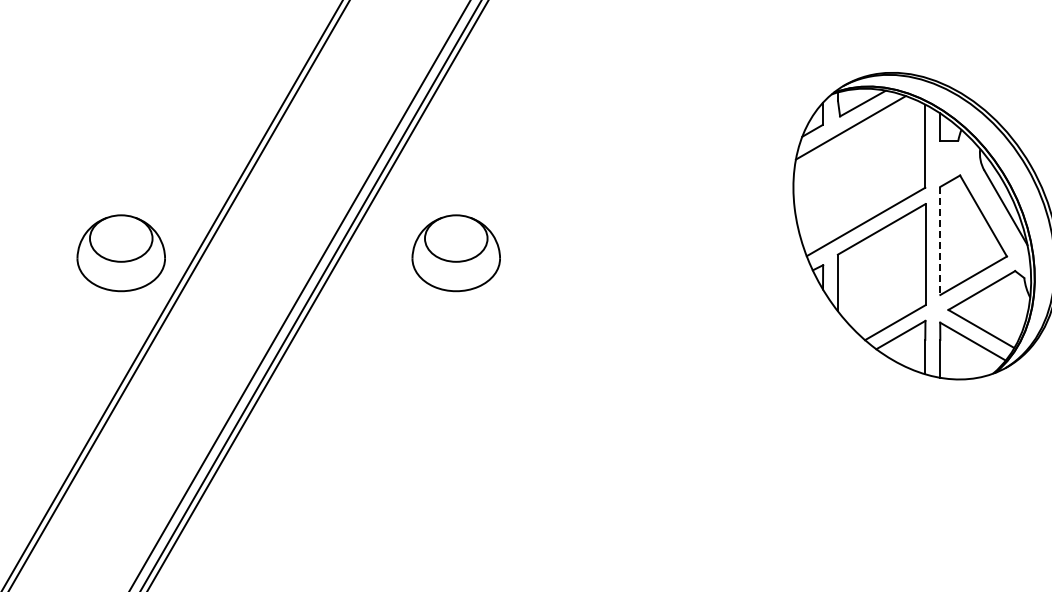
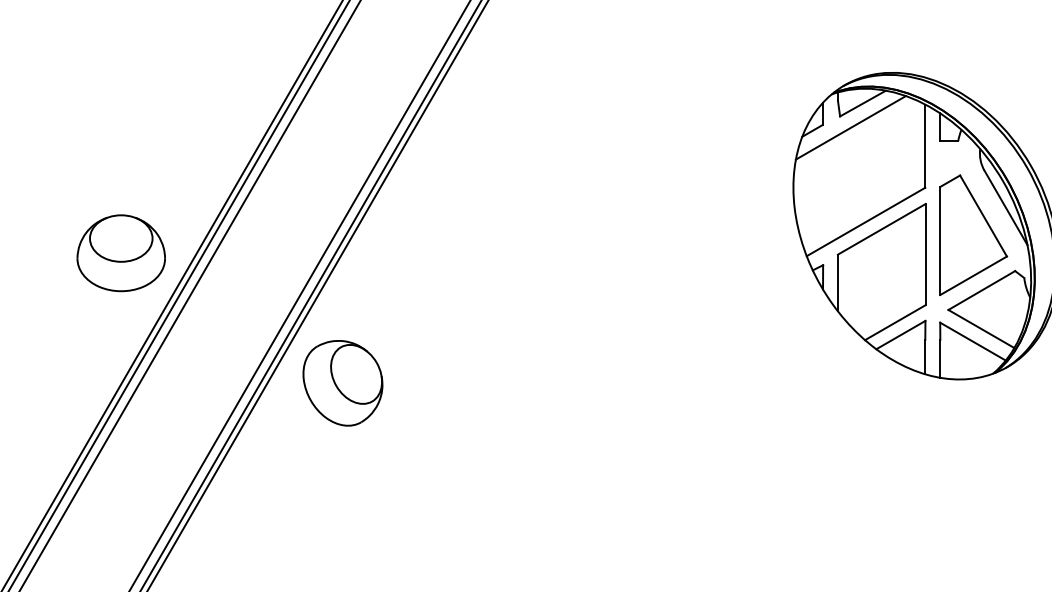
line at (940, 241): dashed -> solid
part at (455, 253): present -> none
line at (190, 295): none -> present
part at (342, 383): none -> present
